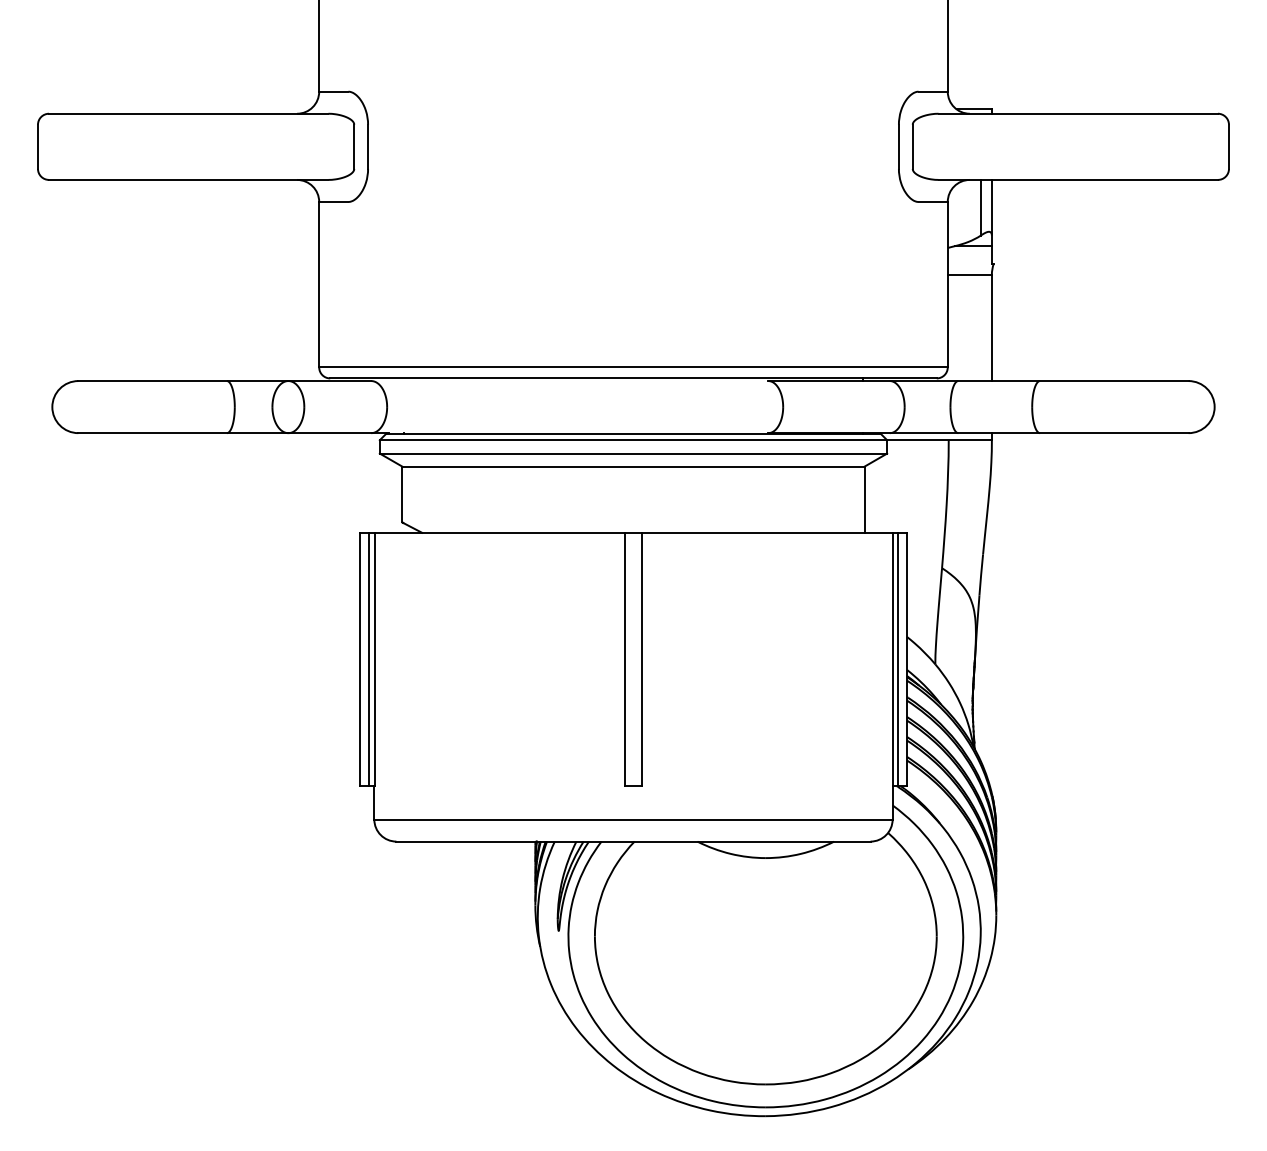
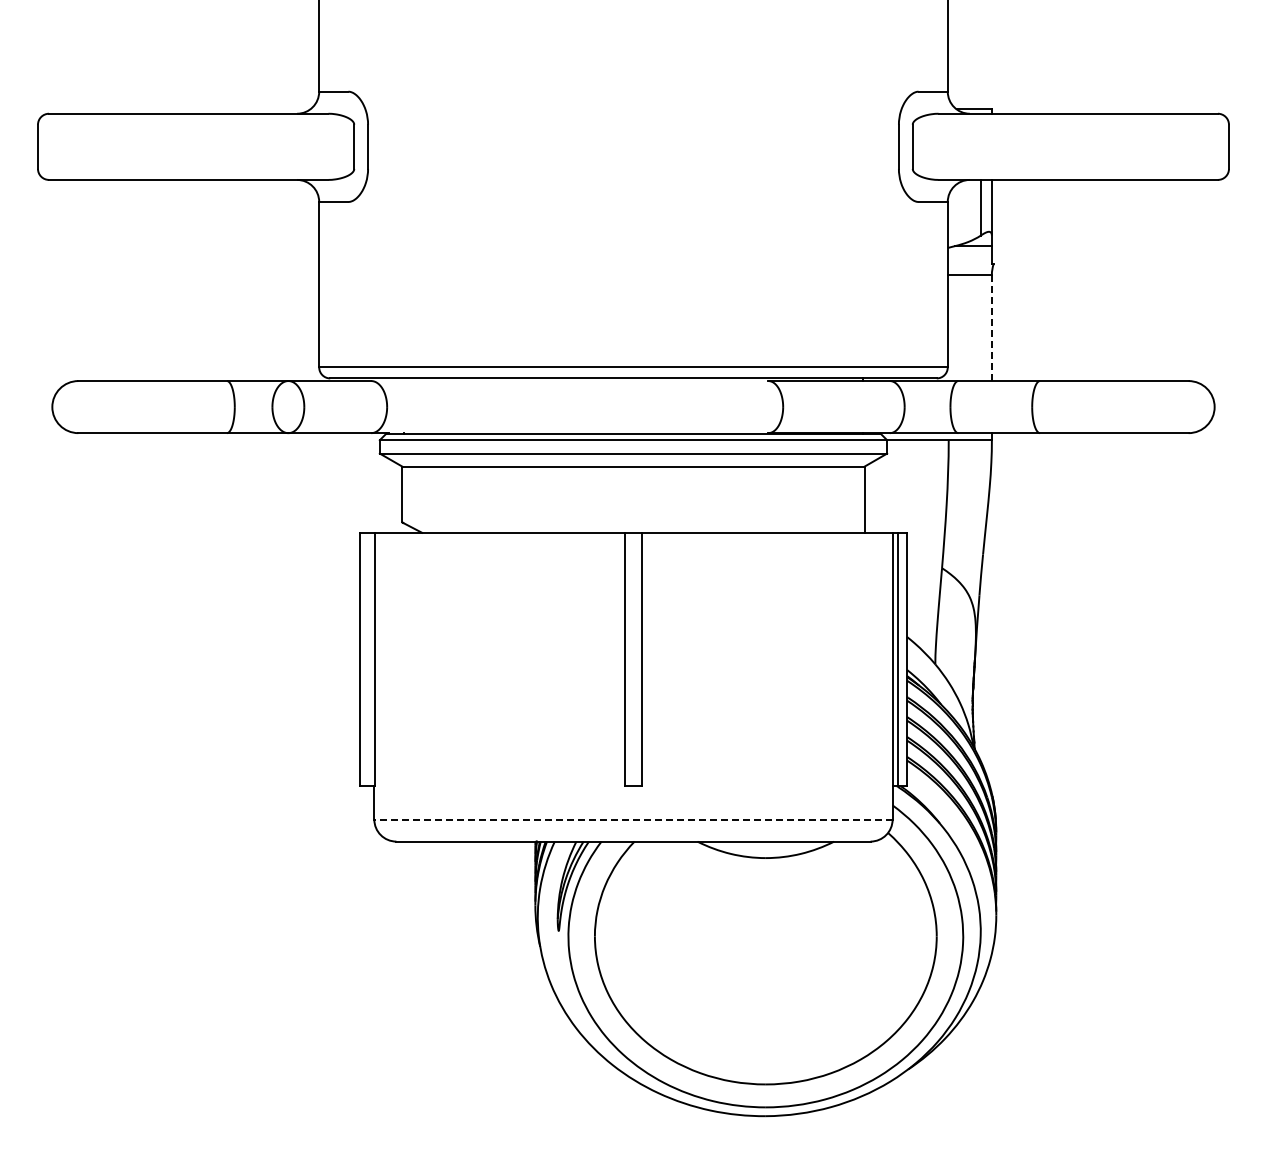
line at (991, 327): solid -> dashed
line at (368, 659): present -> none
line at (632, 819): solid -> dashed
